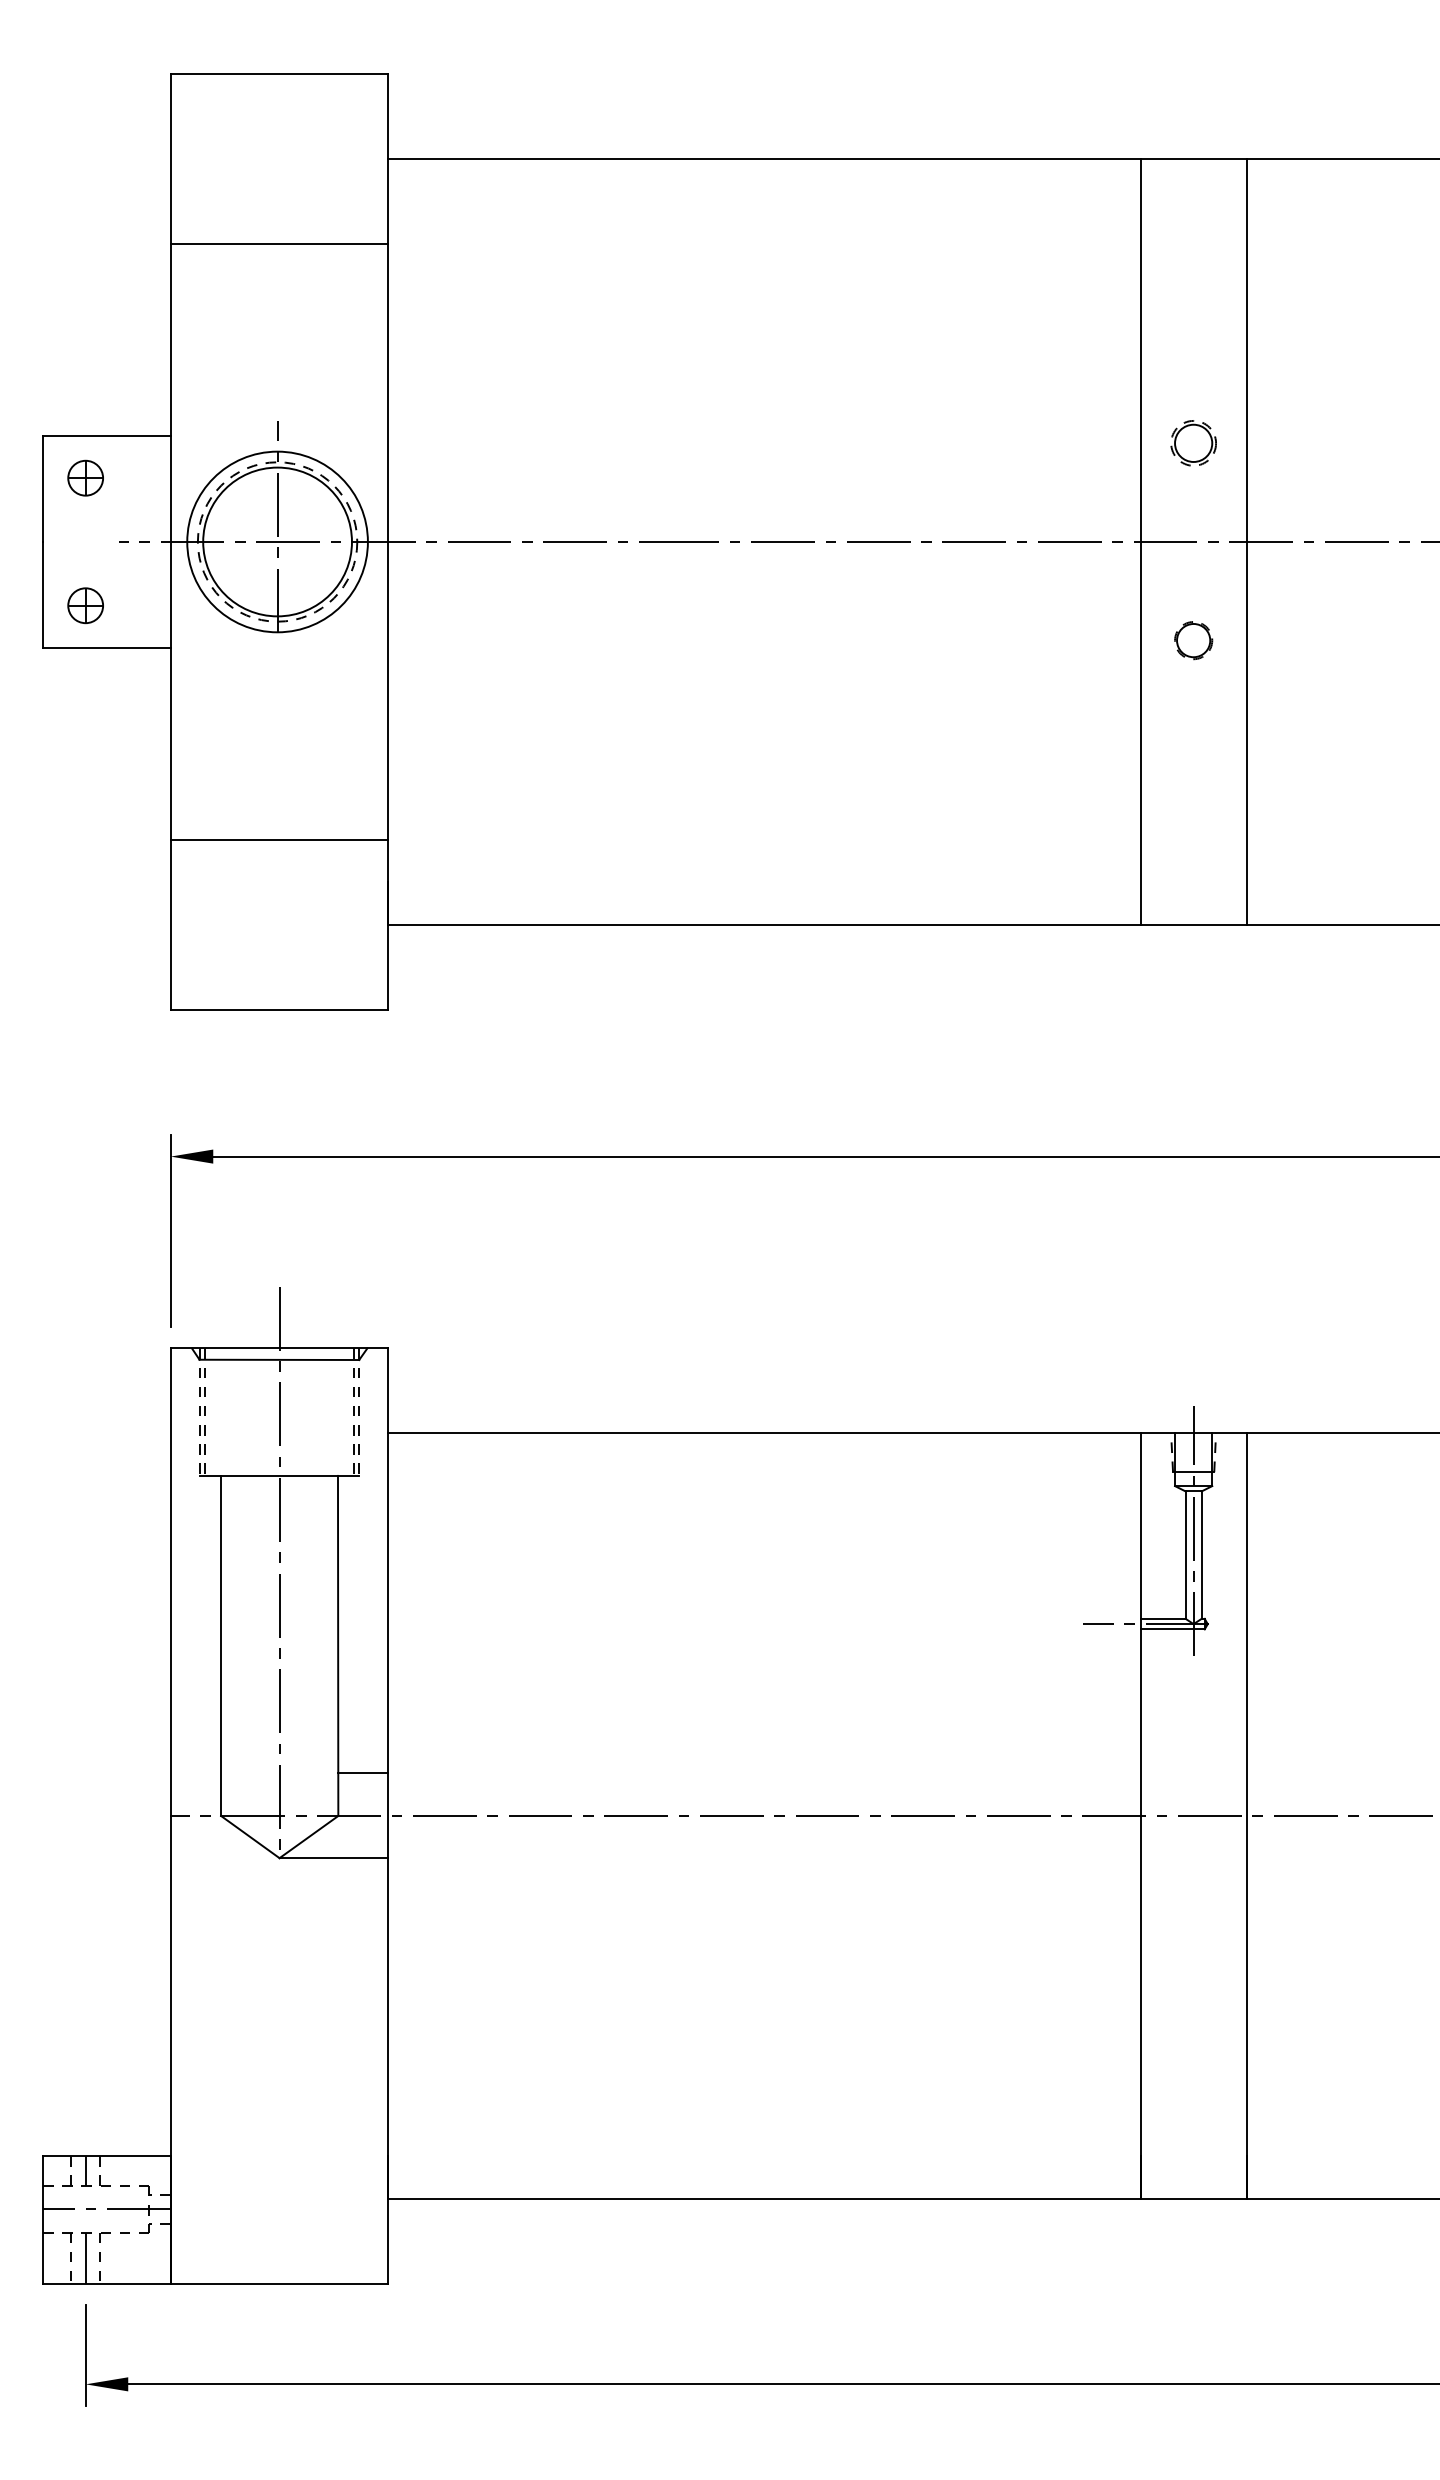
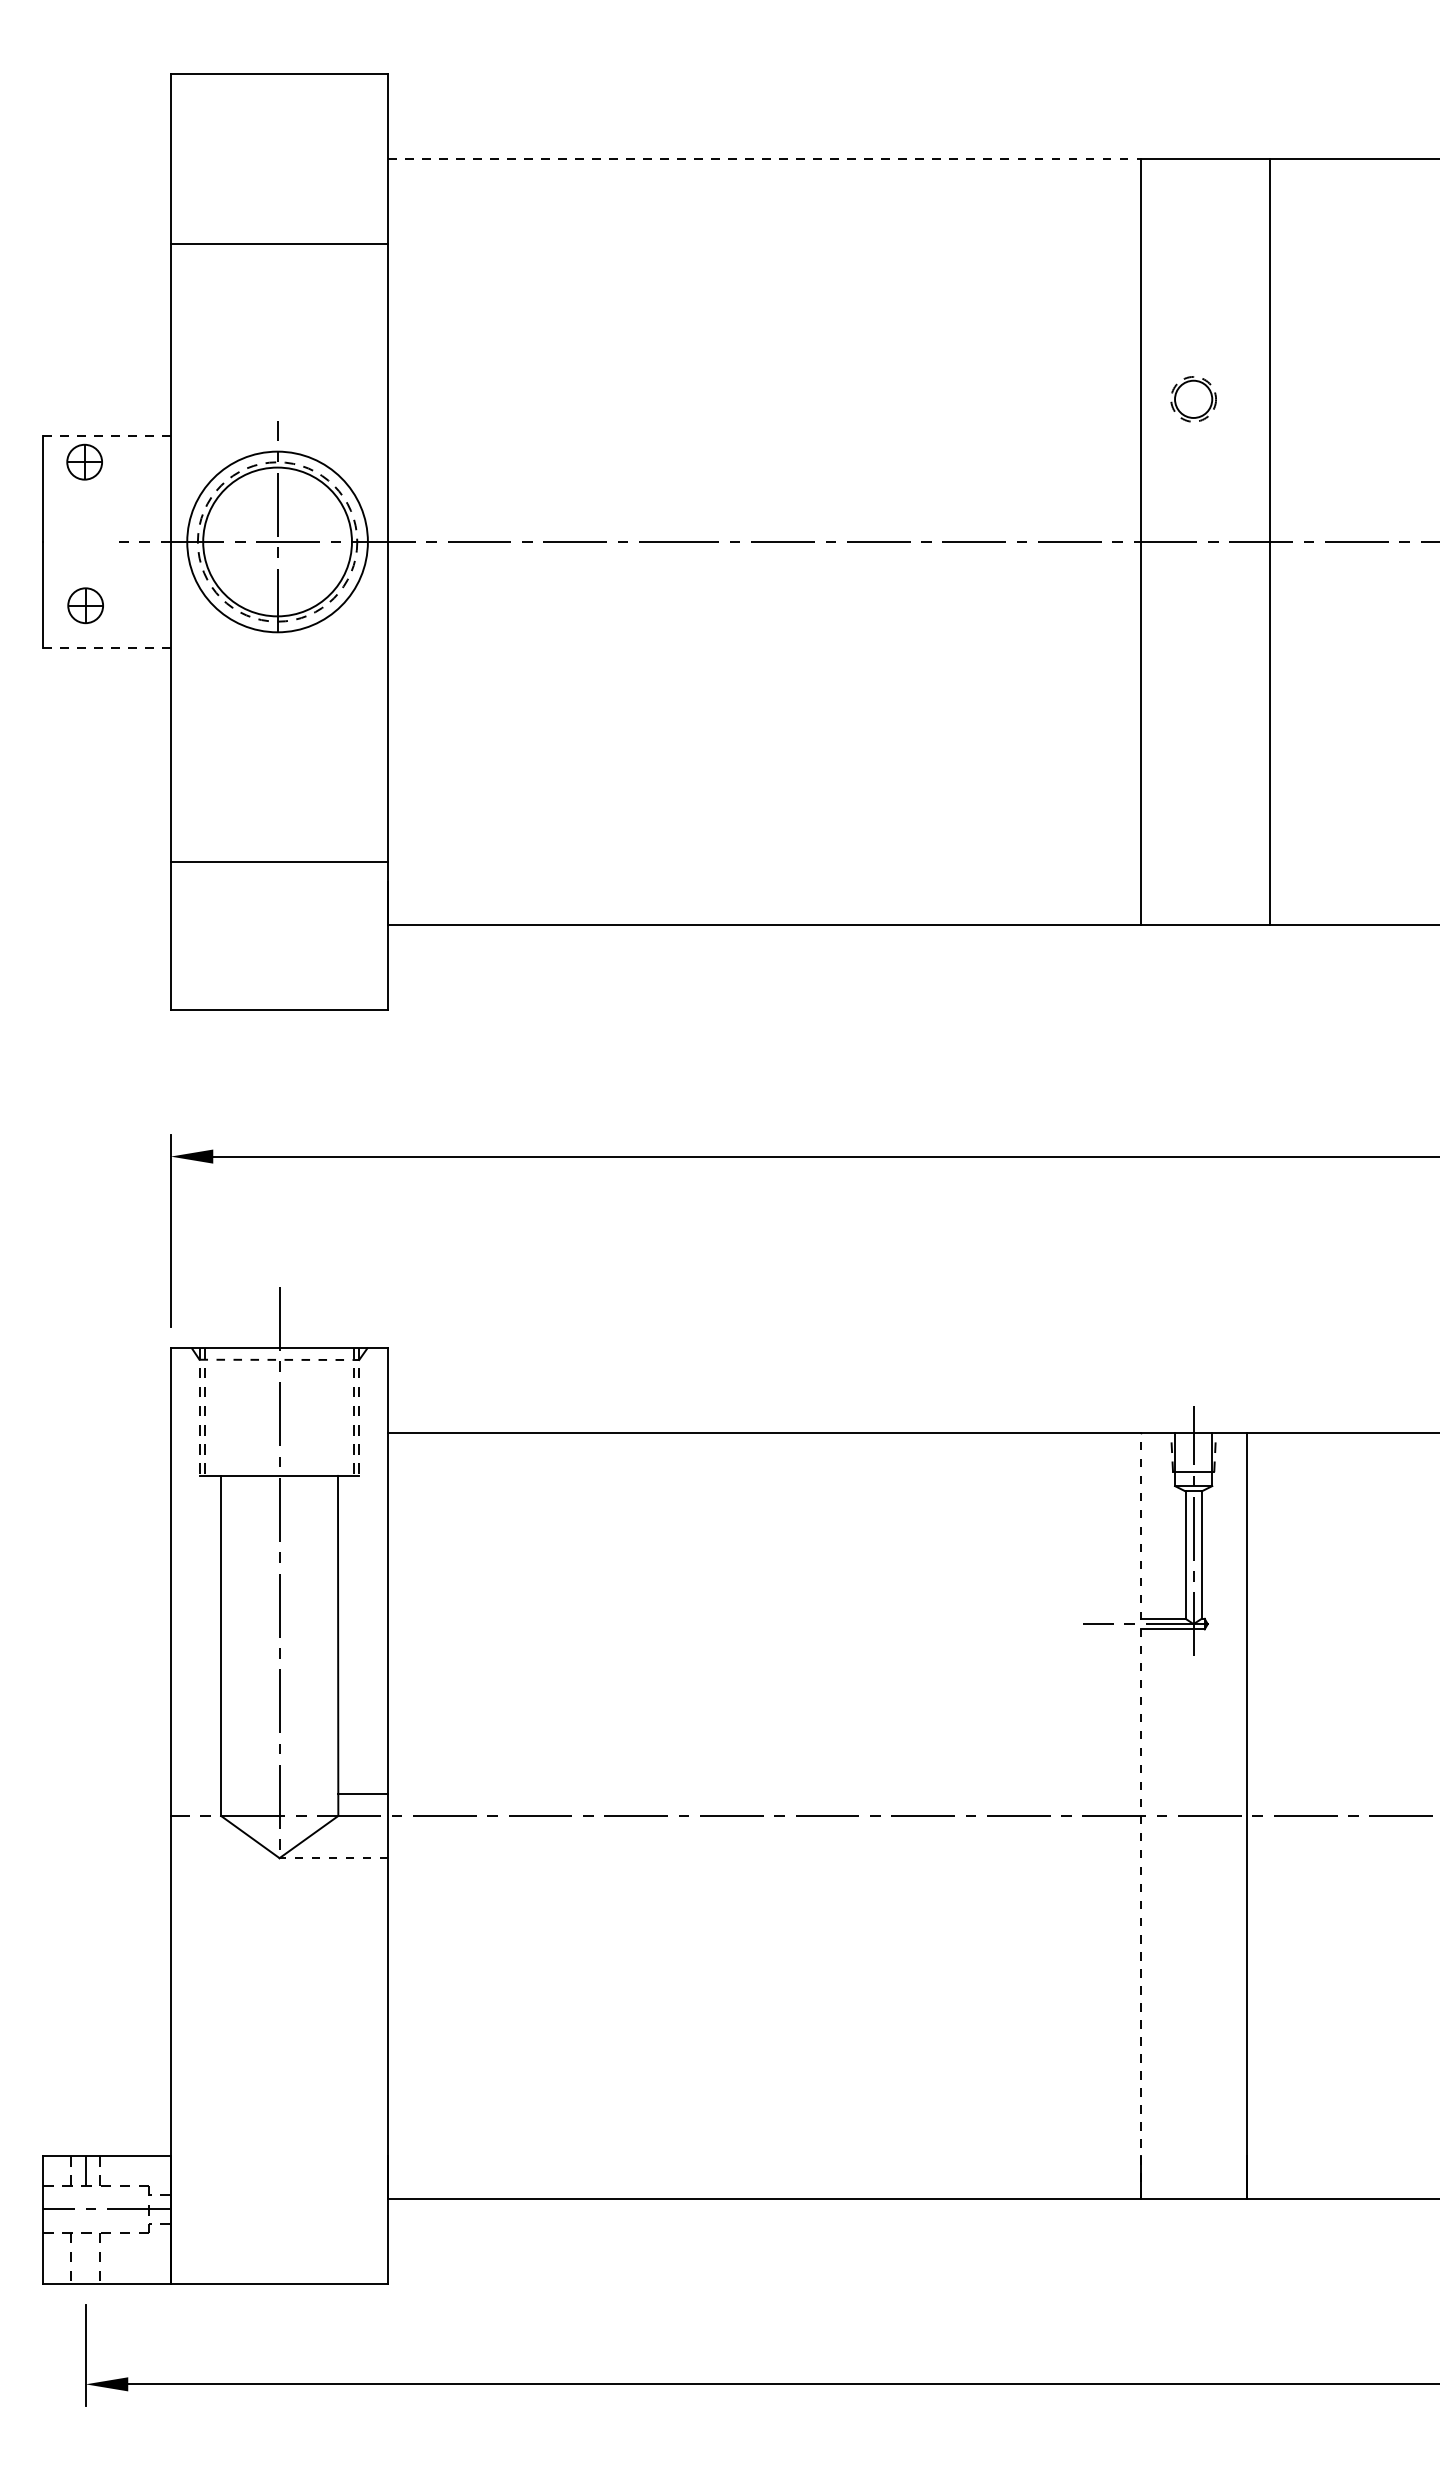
line at (764, 159): solid -> dashed
line at (106, 435): solid -> dashed
part at (1193, 443) position: (1193, 443) -> (1193, 399)
part at (85, 477) position: (85, 477) -> (84, 461)
line at (1246, 541) position: (1246, 541) -> (1269, 541)
part at (1193, 640): present -> none
line at (106, 648): solid -> dashed
line at (279, 839) position: (279, 839) -> (279, 861)
line at (279, 1359): solid -> dashed
line at (363, 1773) position: (363, 1773) -> (363, 1794)
line at (1140, 1815): solid -> dashed
line at (333, 1858): solid -> dashed
line at (85, 2257): present -> none
